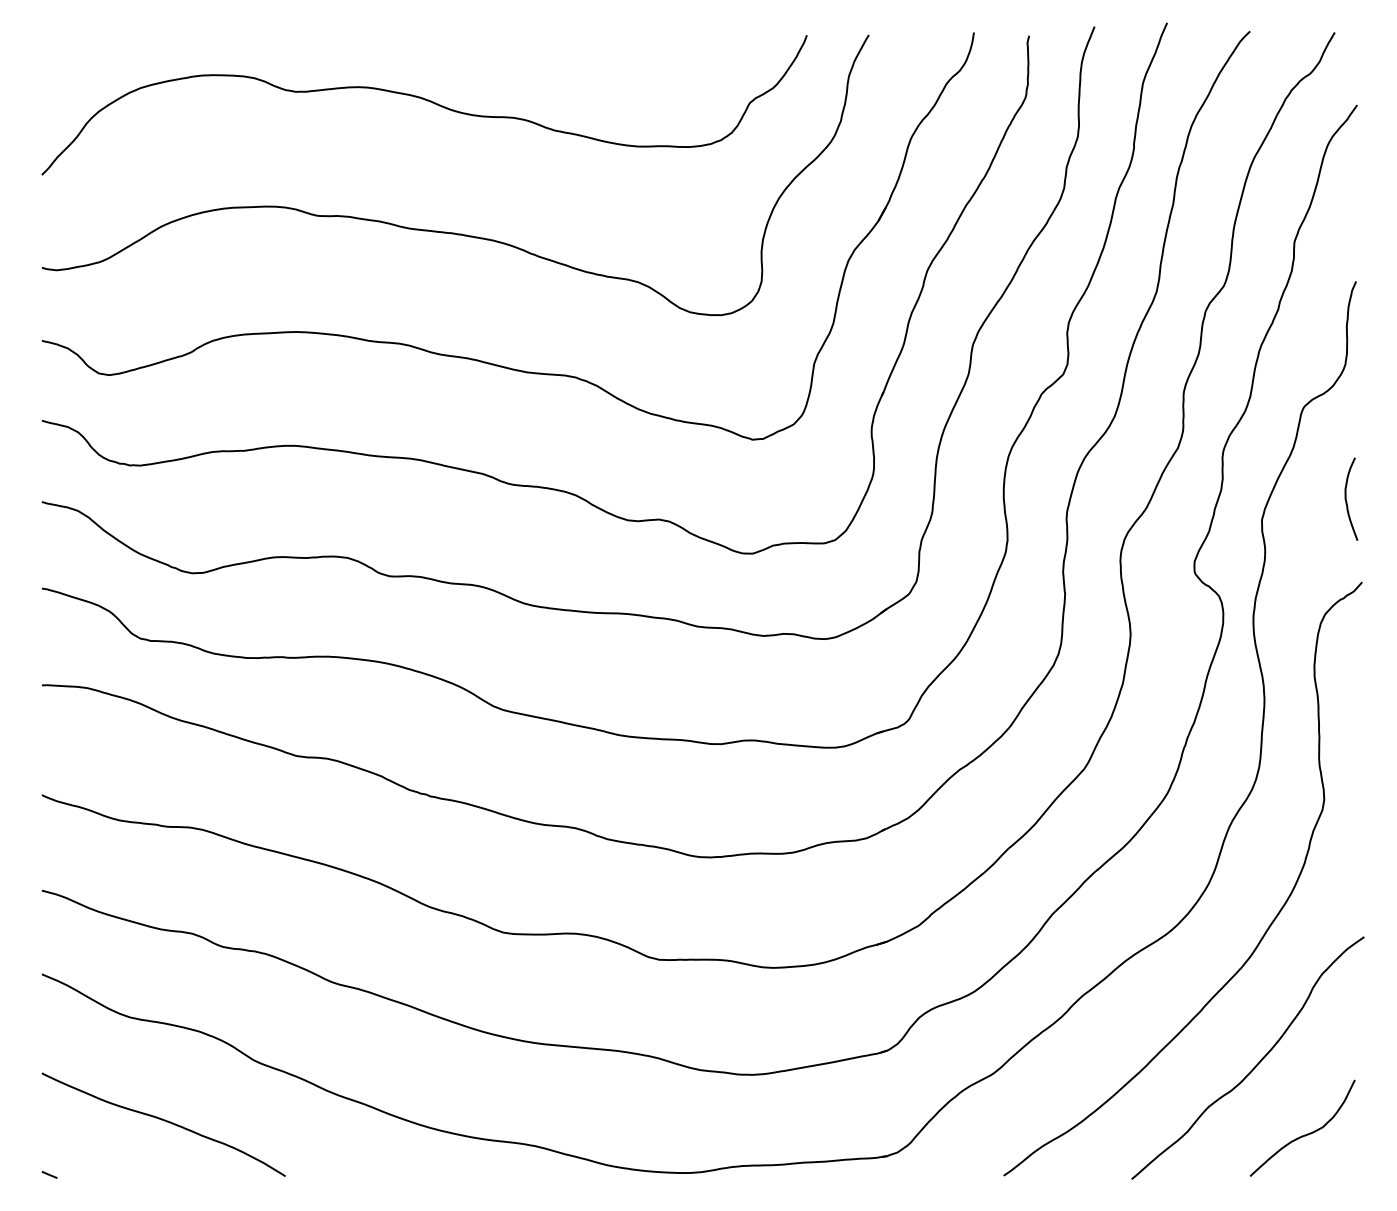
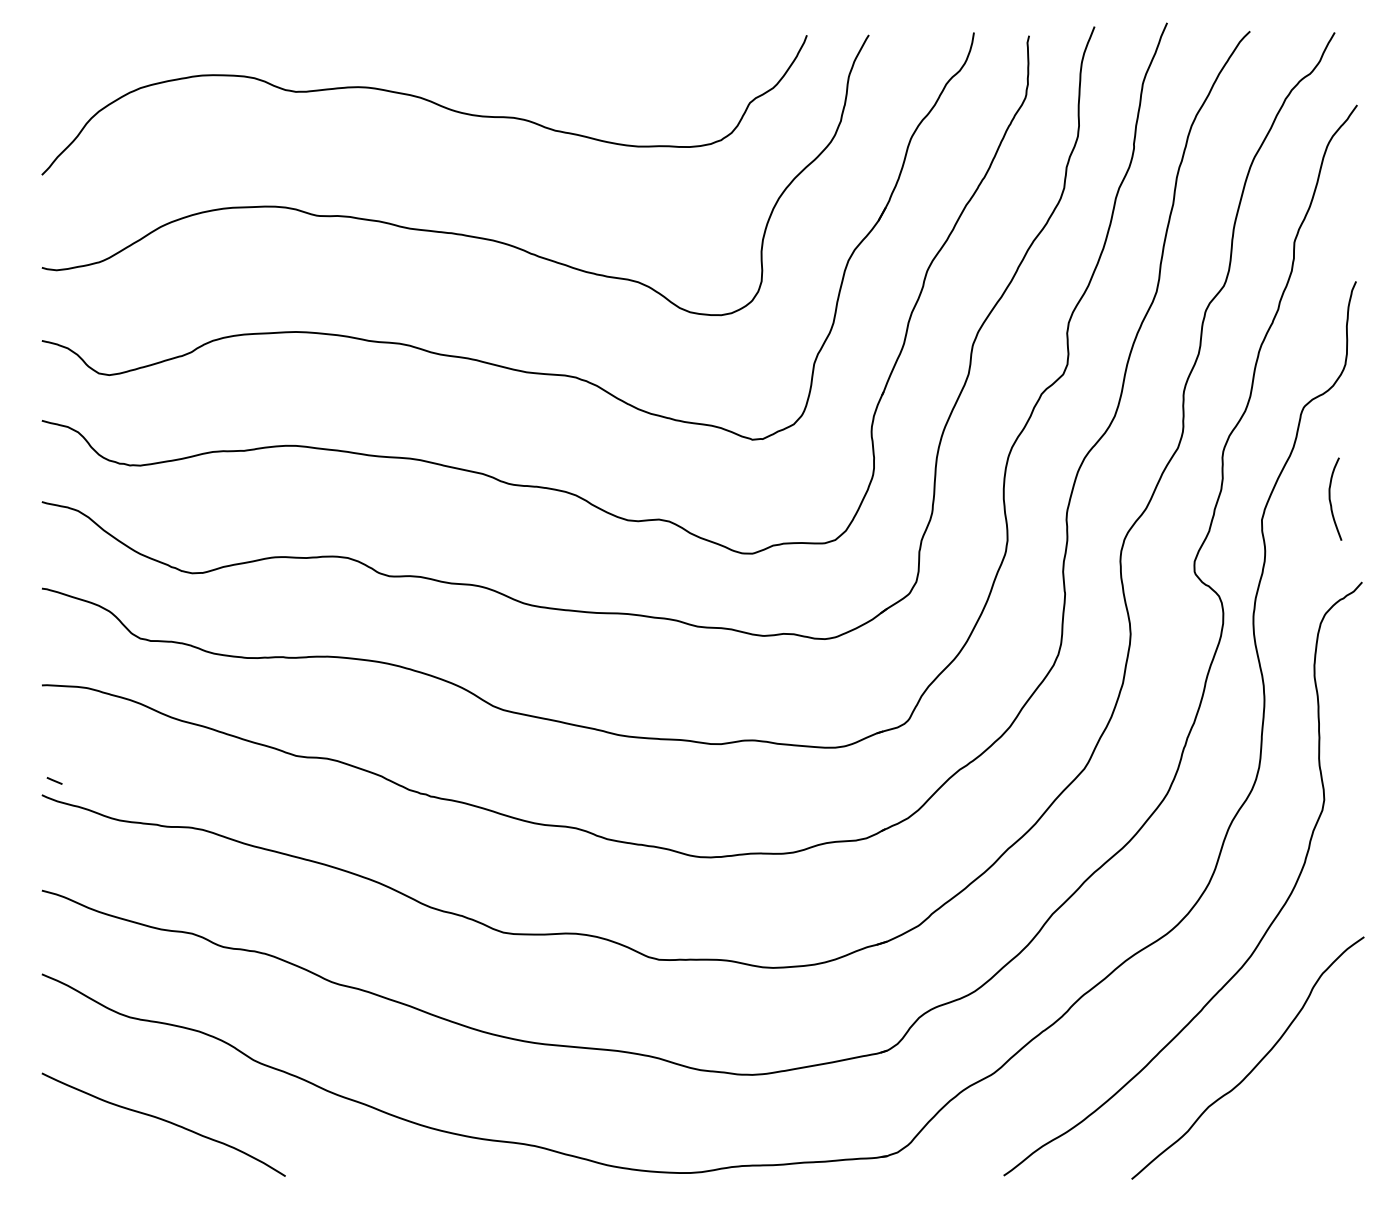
curve at (1346, 498) position: (1346, 498) -> (1330, 498)
curve at (1304, 1134): present -> none
line at (49, 1174) position: (49, 1174) -> (54, 780)
